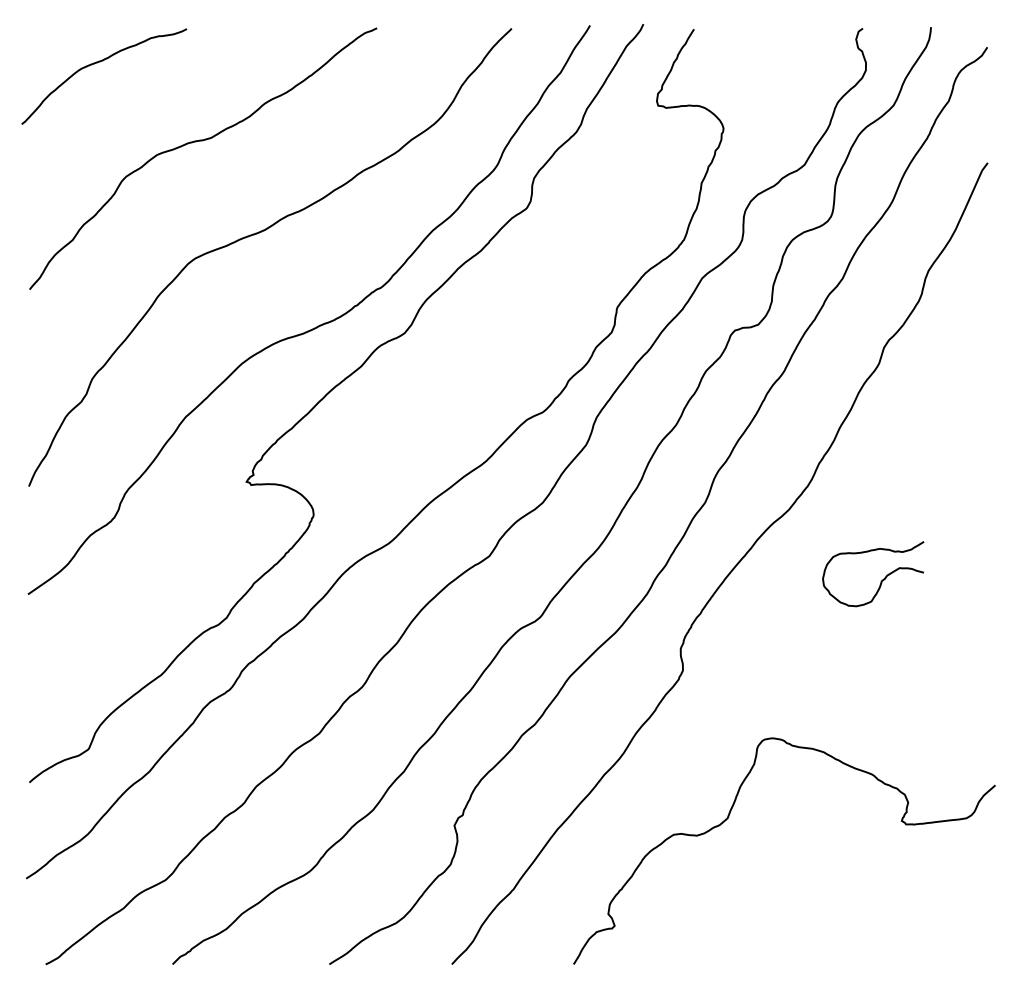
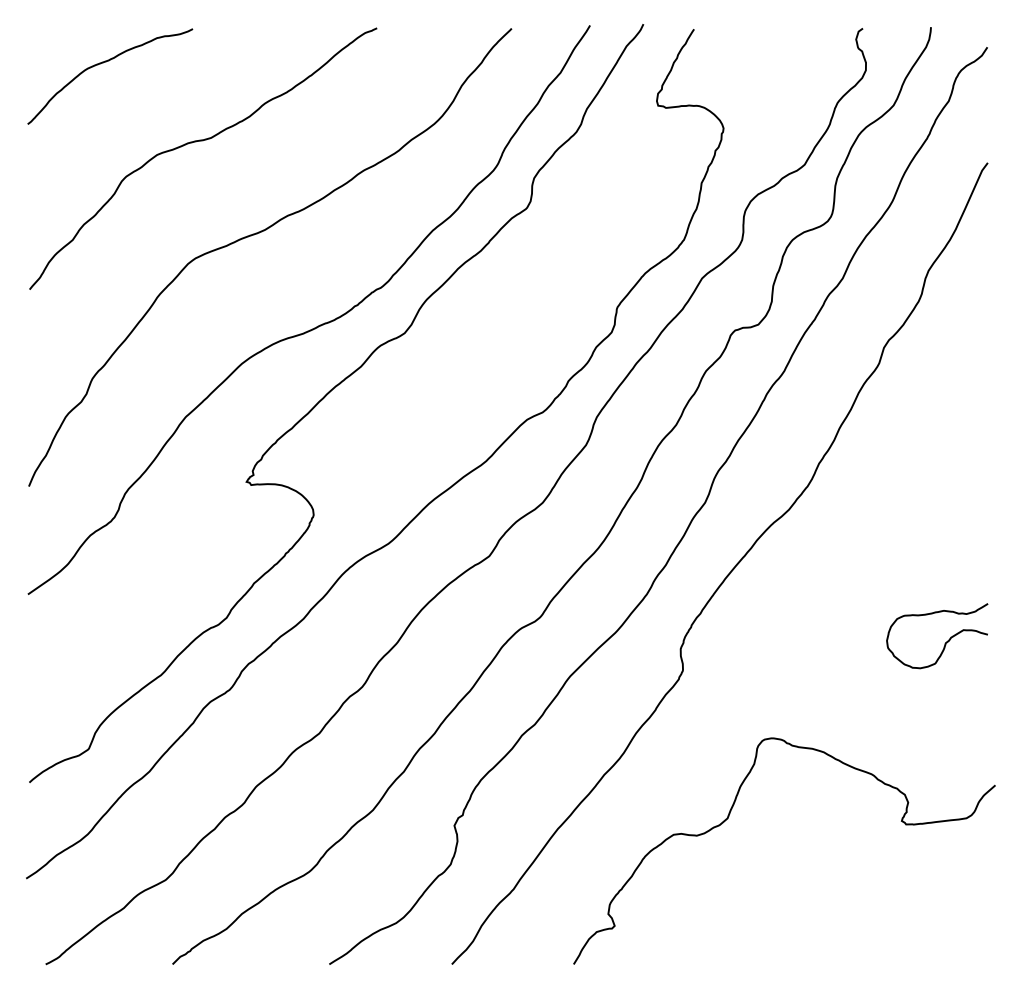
curve at (100, 62) position: (100, 62) -> (106, 62)
curve at (880, 581) position: (880, 581) -> (944, 643)
